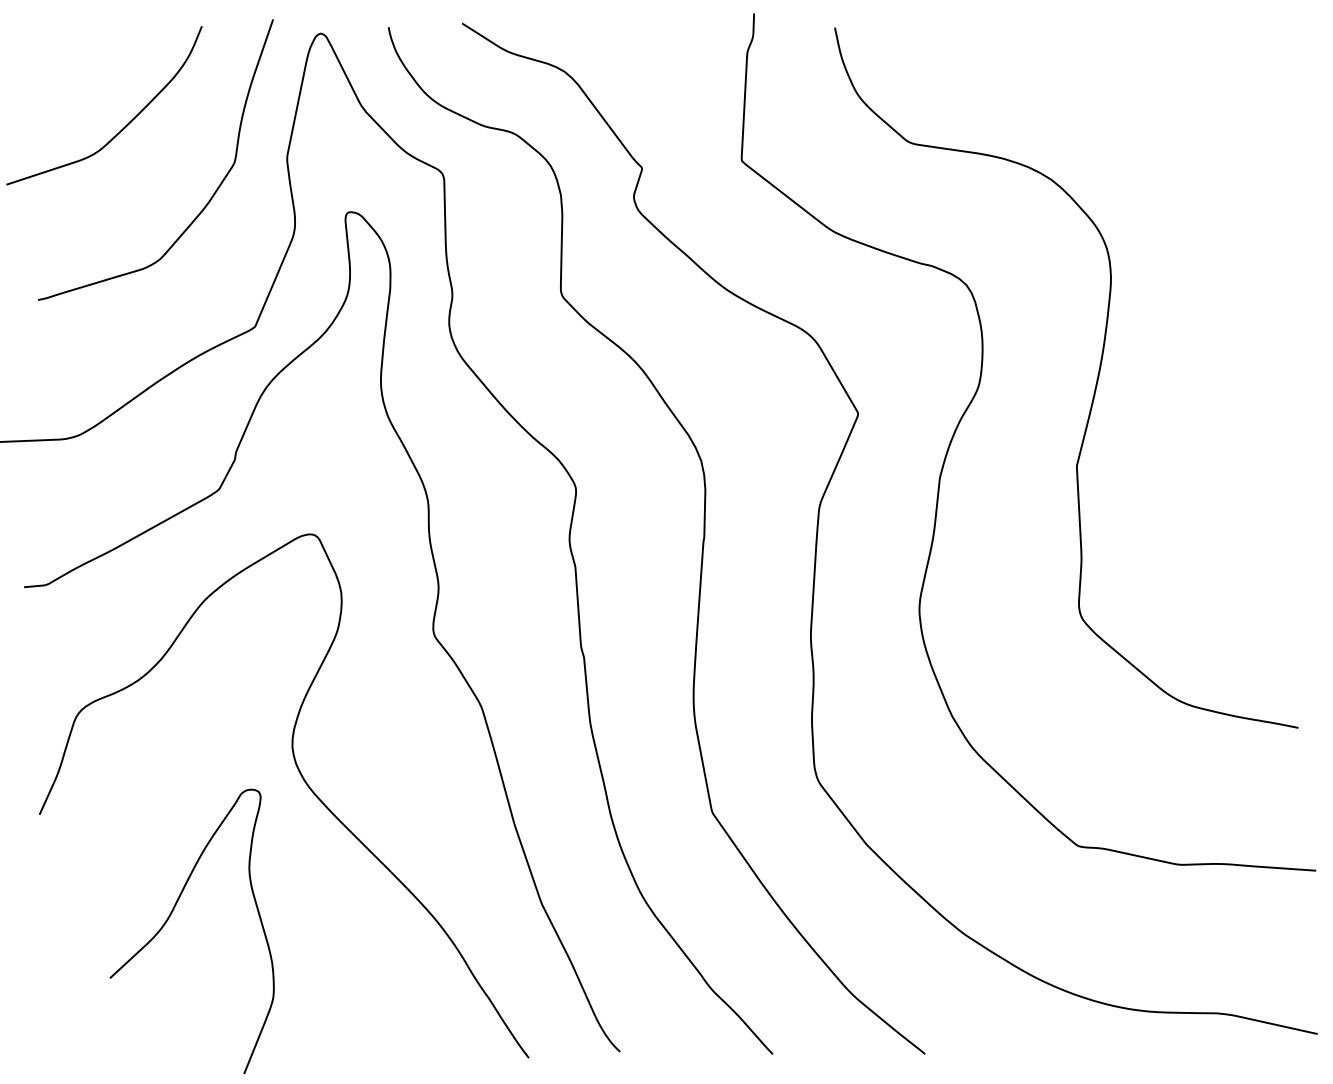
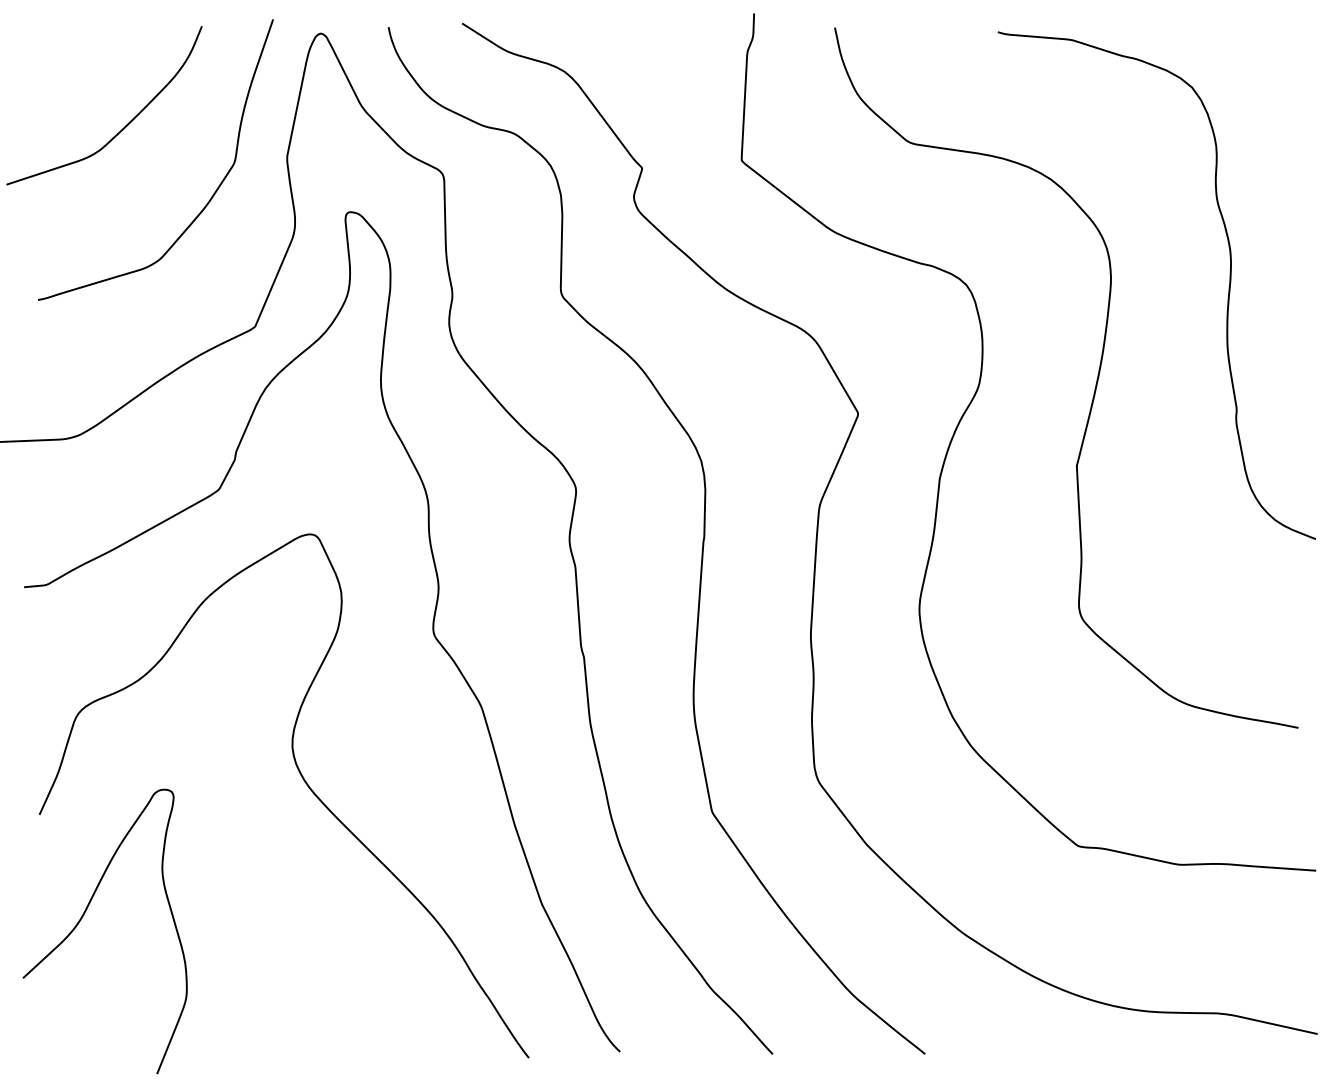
curve at (1227, 297): none -> present
curve at (168, 920) position: (168, 920) -> (81, 920)
